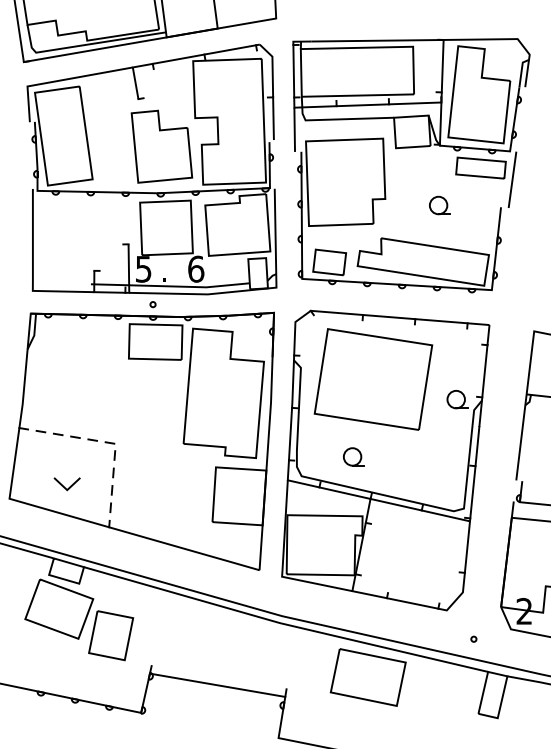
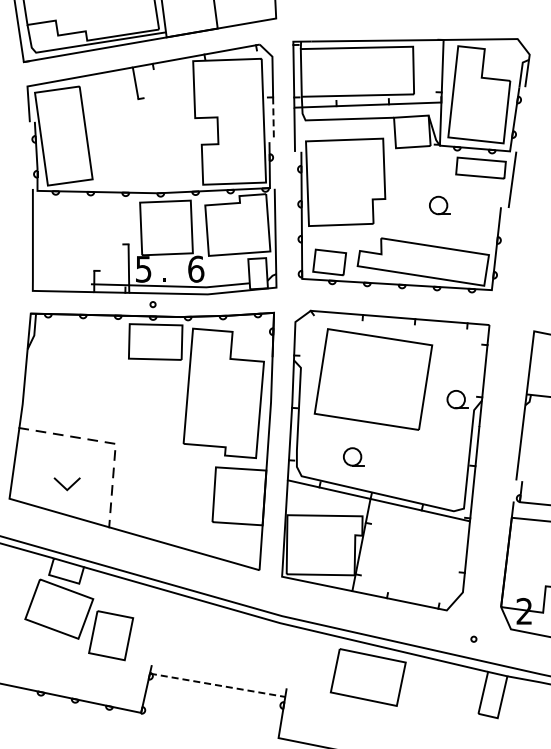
line at (273, 118): solid -> dashed
part at (161, 146): present -> none
line at (217, 685): solid -> dashed
